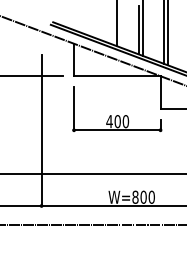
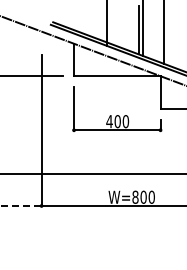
line at (117, 24) position: (117, 24) -> (107, 24)
line at (167, 33): present -> none
line at (21, 205): solid -> dashed
line at (92, 224): present -> none
